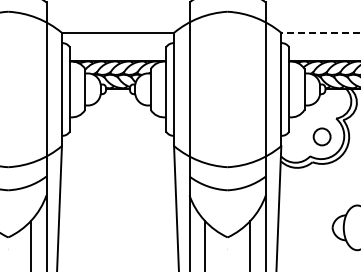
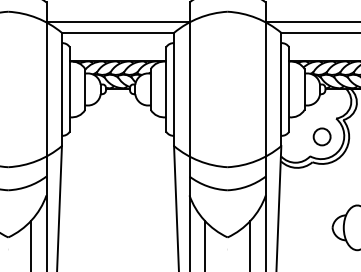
line at (117, 22): none -> present
line at (311, 22): none -> present
line at (320, 32): dashed -> solid
